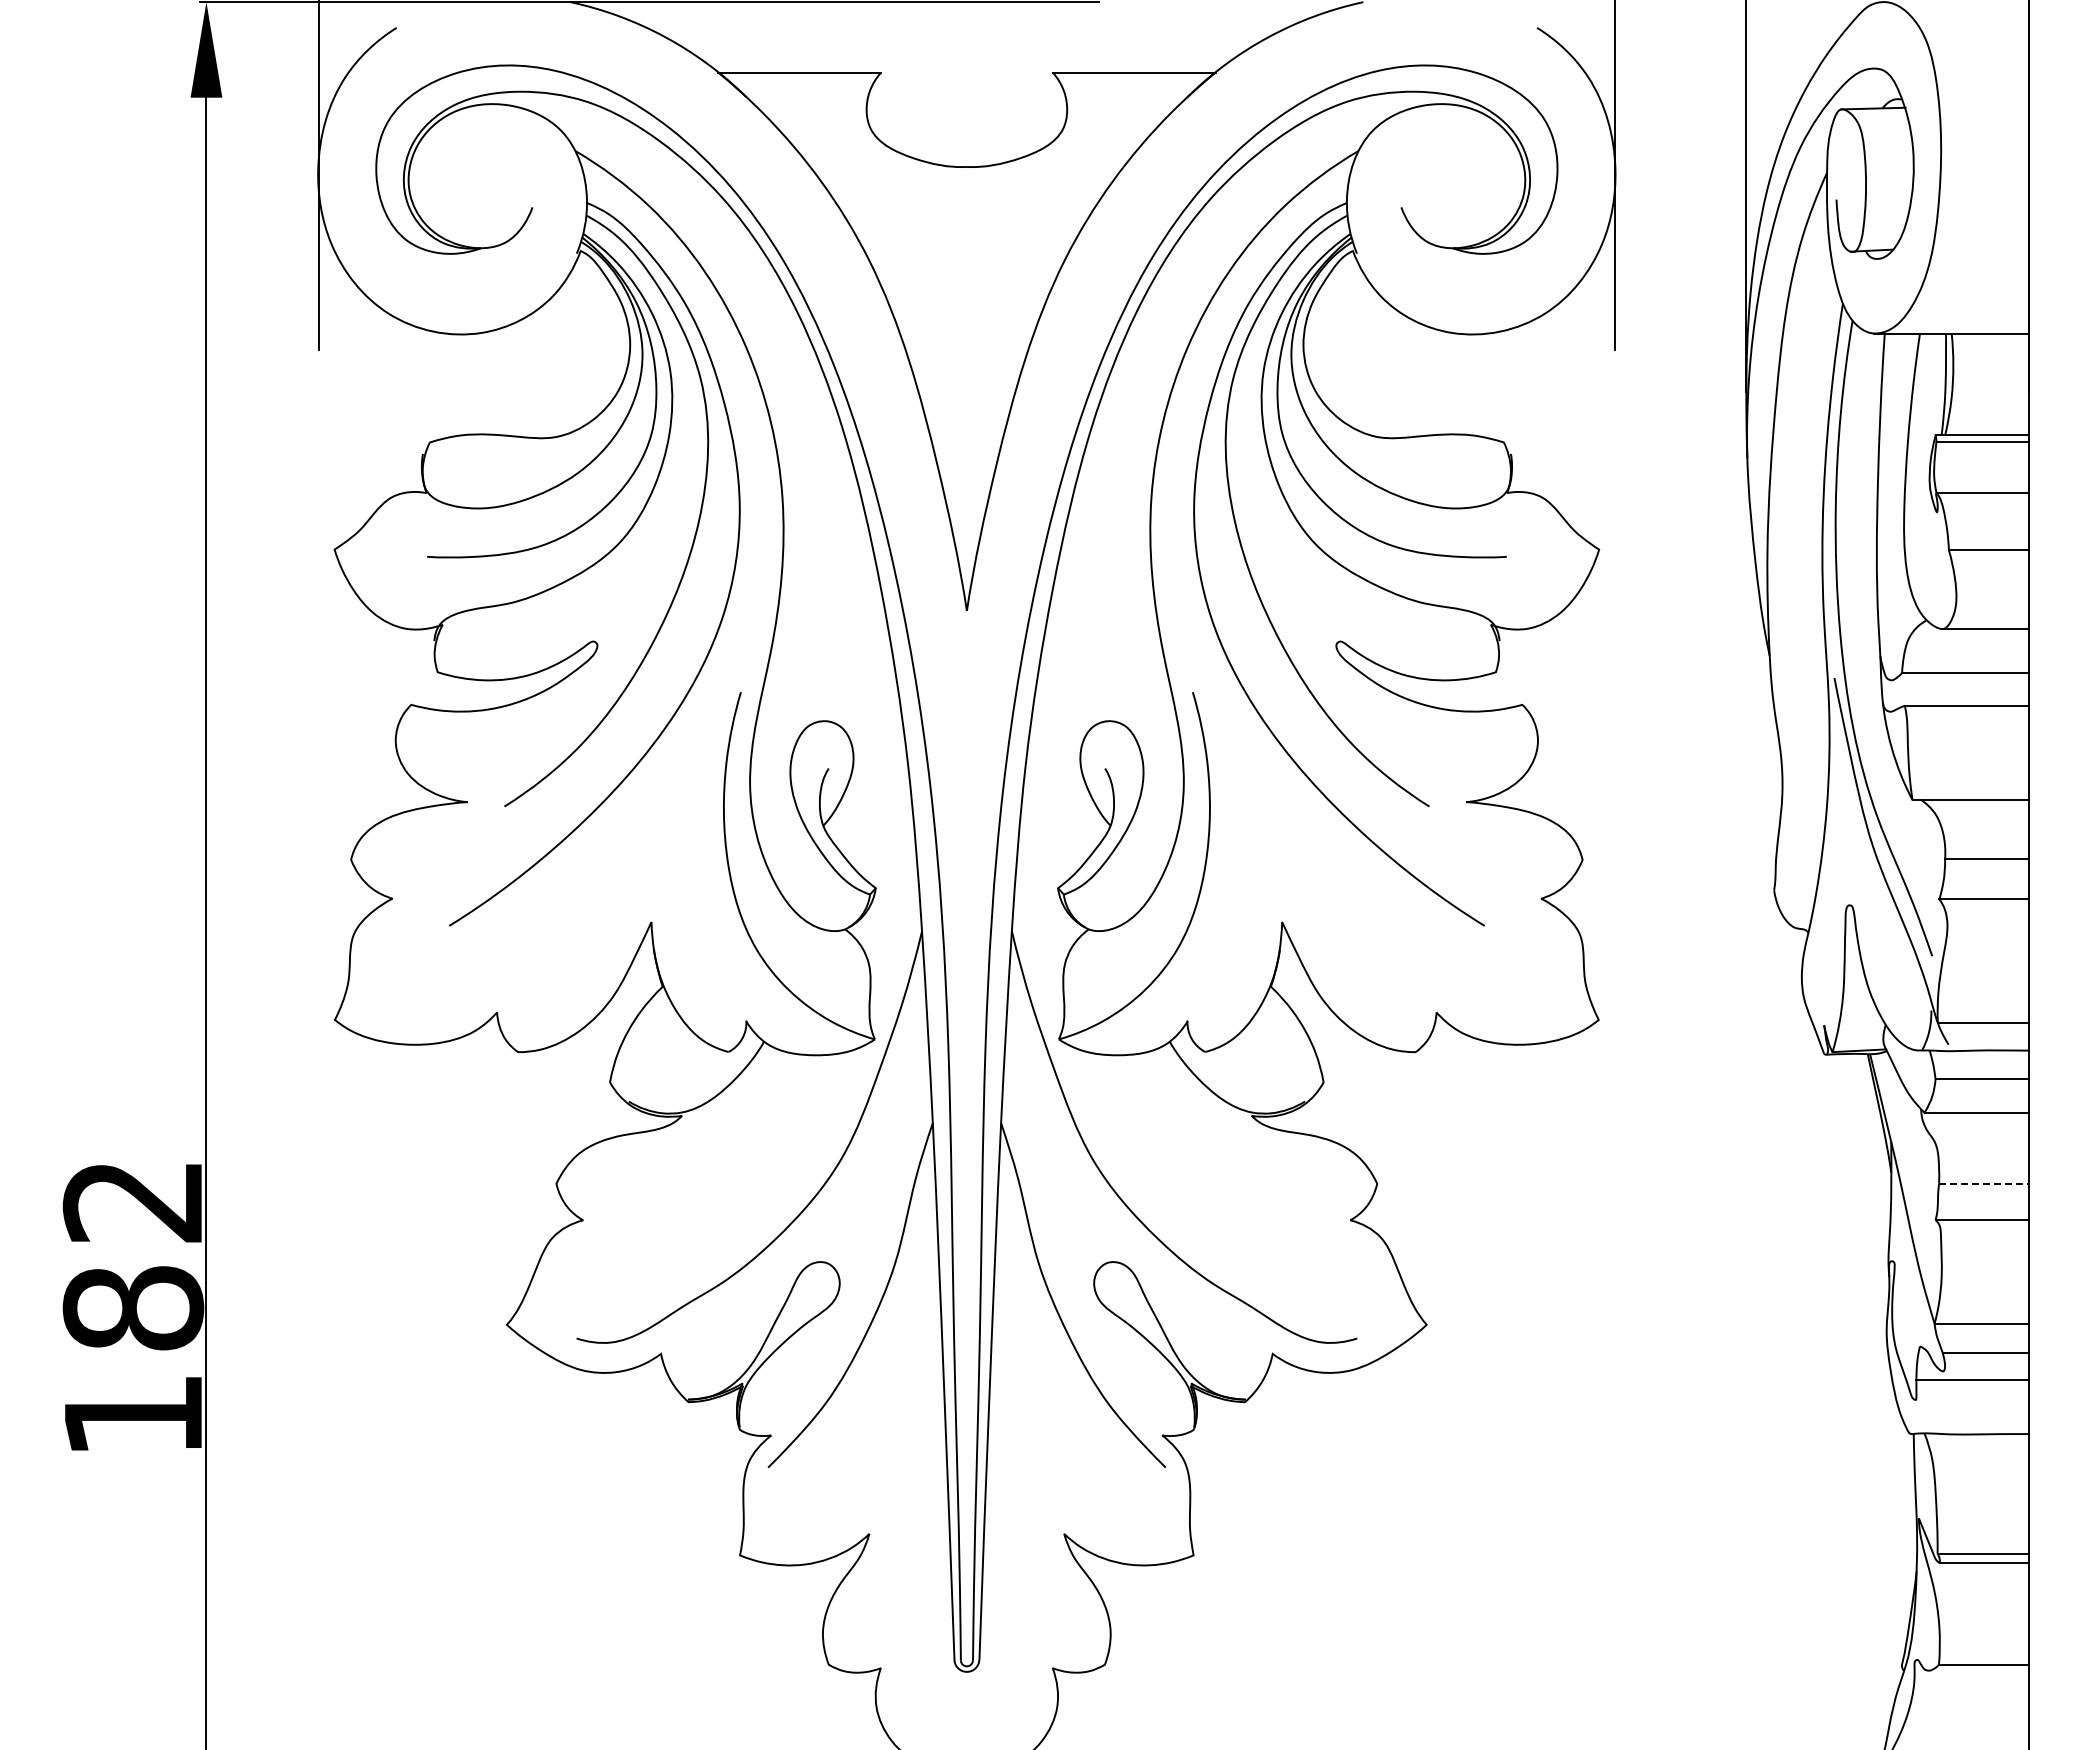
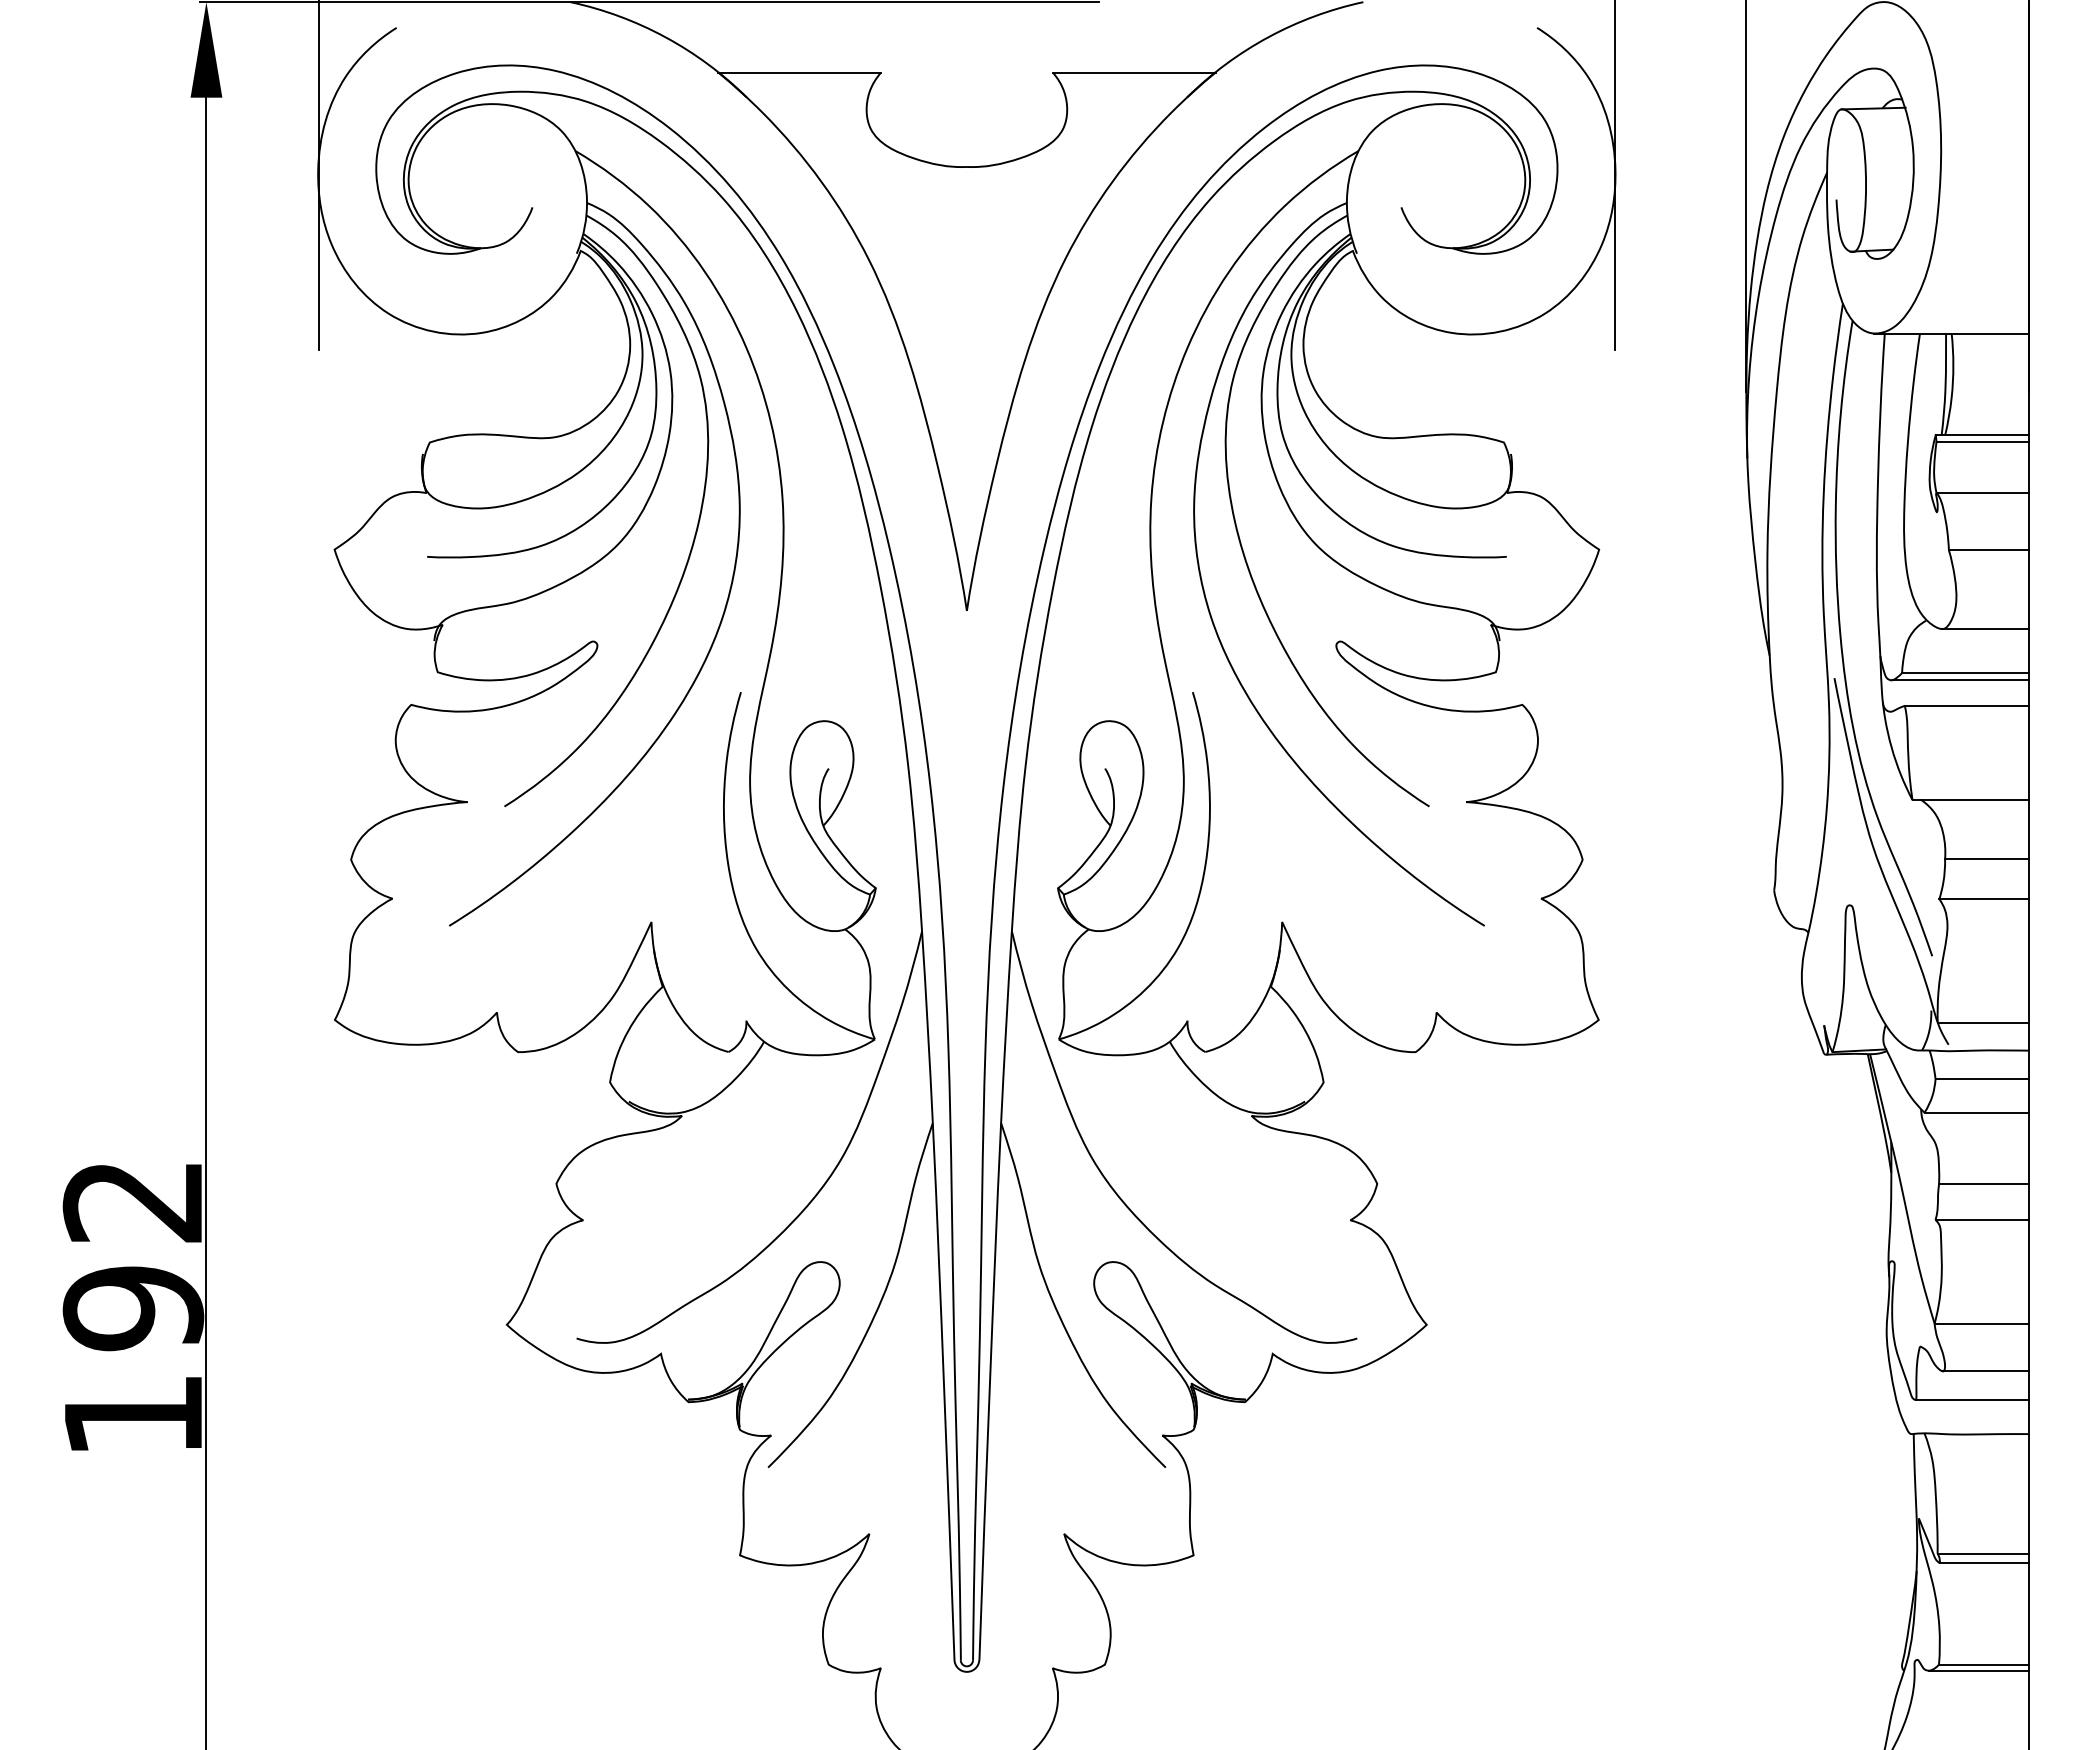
line at (1960, 680): none -> present
line at (1984, 1183): dashed -> solid
text at (133, 1308): 182 -> 192
line at (1986, 1353) position: (1986, 1353) -> (1986, 1371)
line at (1972, 1379) position: (1972, 1379) -> (1972, 1399)
line at (1978, 1670): none -> present
